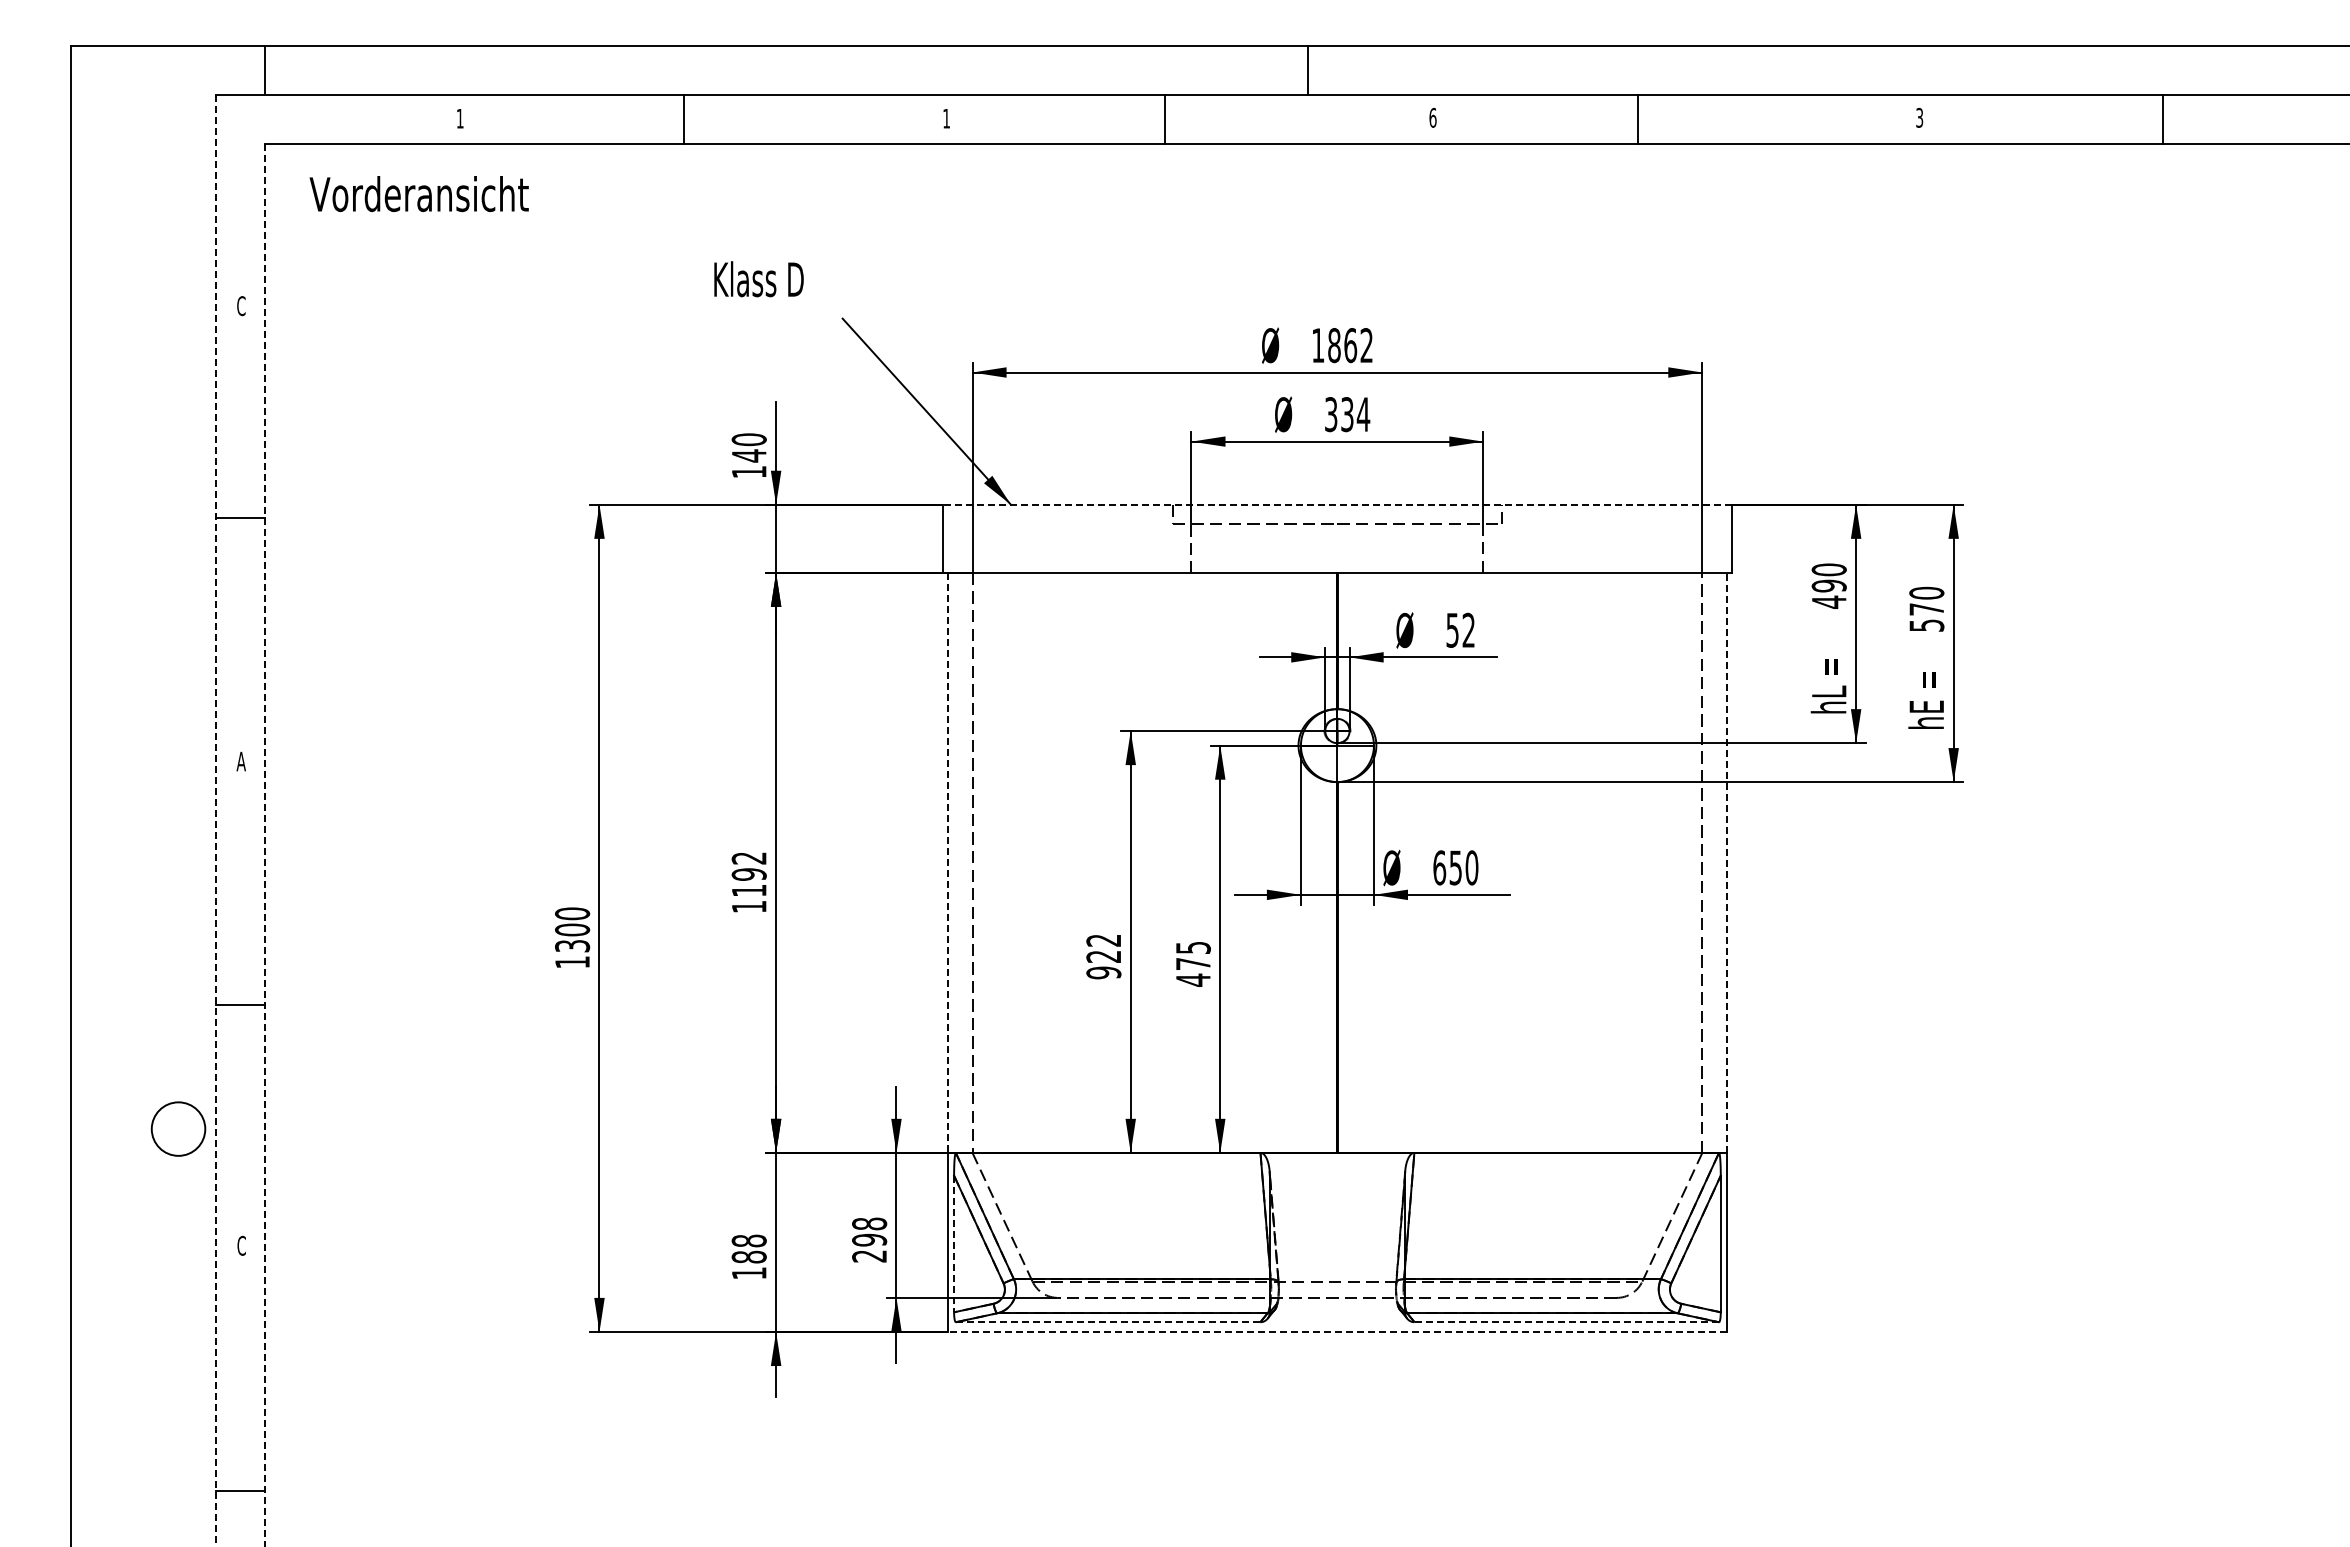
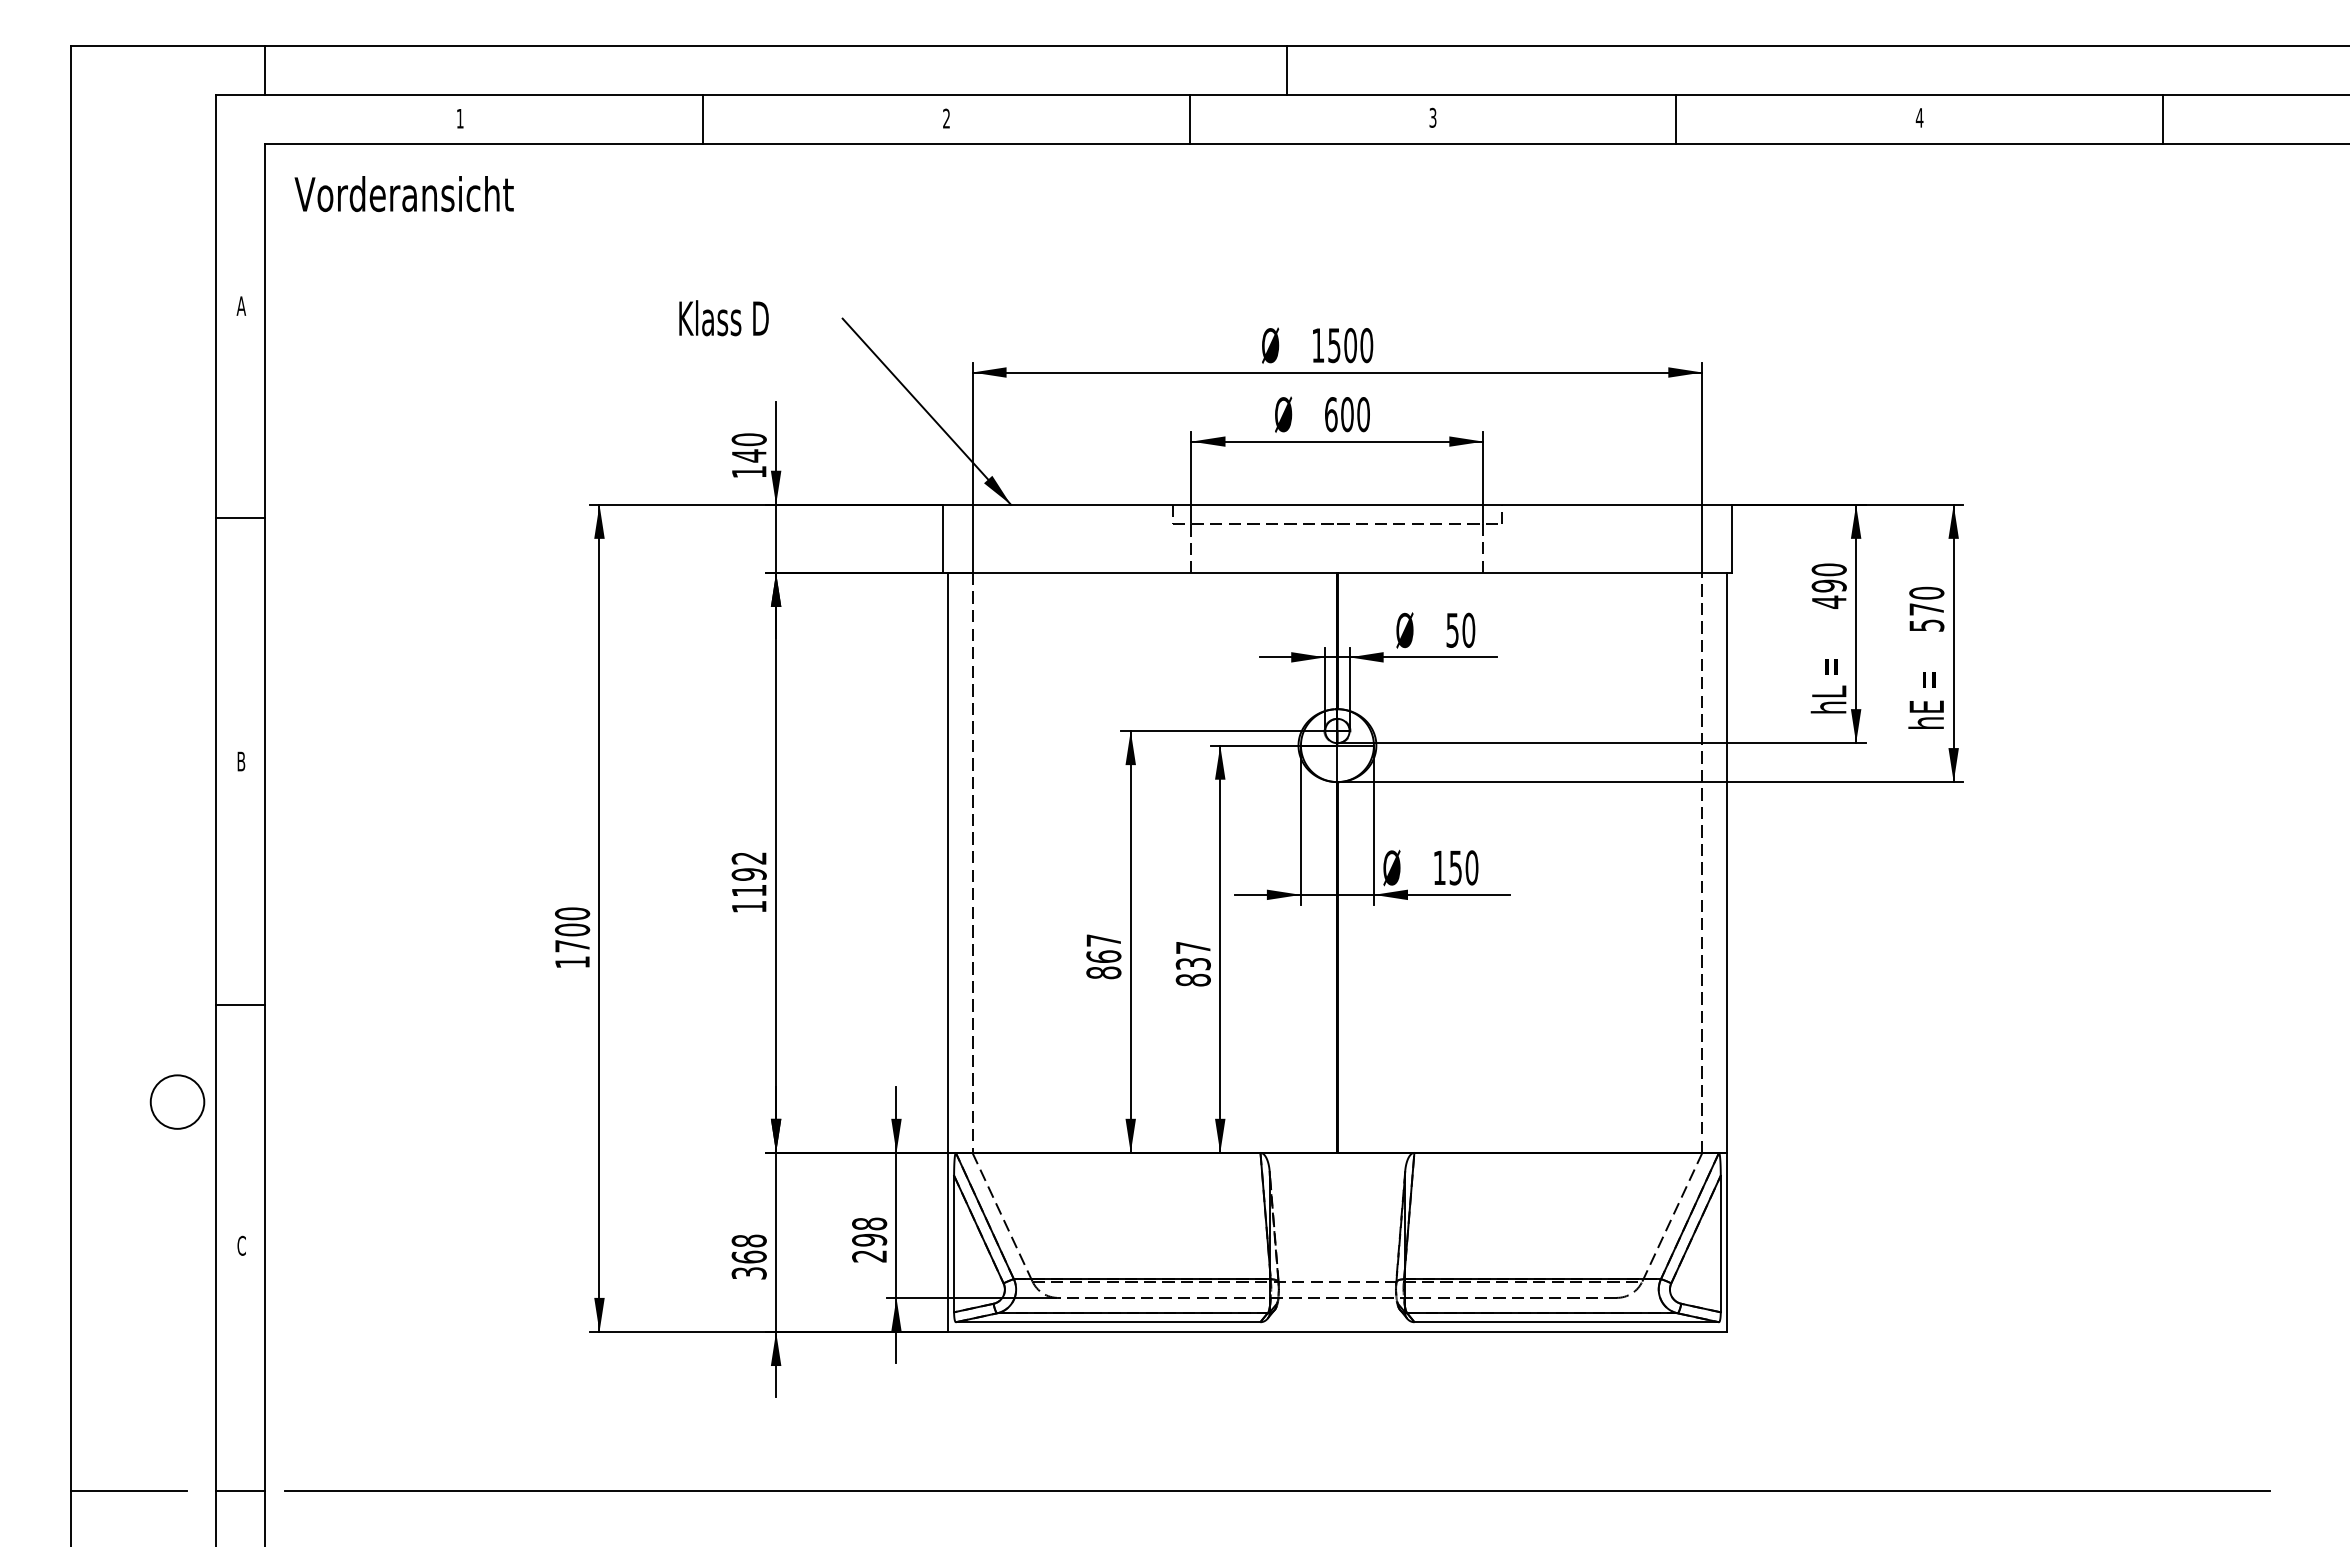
line at (1307, 70) position: (1307, 70) -> (1286, 70)
text at (1432, 117): 6 -> 3
text at (1919, 117): 3 -> 4
line at (684, 118) position: (684, 118) -> (703, 118)
text at (946, 118): 1 -> 2
line at (1164, 118) position: (1164, 118) -> (1189, 118)
line at (1638, 118) position: (1638, 118) -> (1676, 118)
text at (418, 194) position: (418, 194) -> (403, 194)
text at (758, 279) position: (758, 279) -> (723, 318)
text at (241, 306): C -> A
text at (1350, 345): 1862 -> 1500
text at (1347, 414): 334 -> 600
line at (1336, 504): dashed -> solid
text at (1468, 629): 52 -> 50
text at (240, 761): A -> B
line at (216, 820): dashed -> solid
line at (265, 845): dashed -> solid
line at (948, 862): dashed -> solid
line at (1726, 862): dashed -> solid
text at (1439, 867): 650 -> 150
text at (572, 946): 1300 -> 1700
text at (1103, 956): 922 -> 867
text at (1192, 964): 475 -> 837
circle at (178, 1128) position: (178, 1128) -> (177, 1101)
line at (954, 1244): dashed -> solid
text at (748, 1264): 188 -> 368
line at (1107, 1322): dashed -> solid
line at (1566, 1322): dashed -> solid
line at (1336, 1331): dashed -> solid
line at (128, 1491): none -> present
line at (1276, 1491): none -> present
